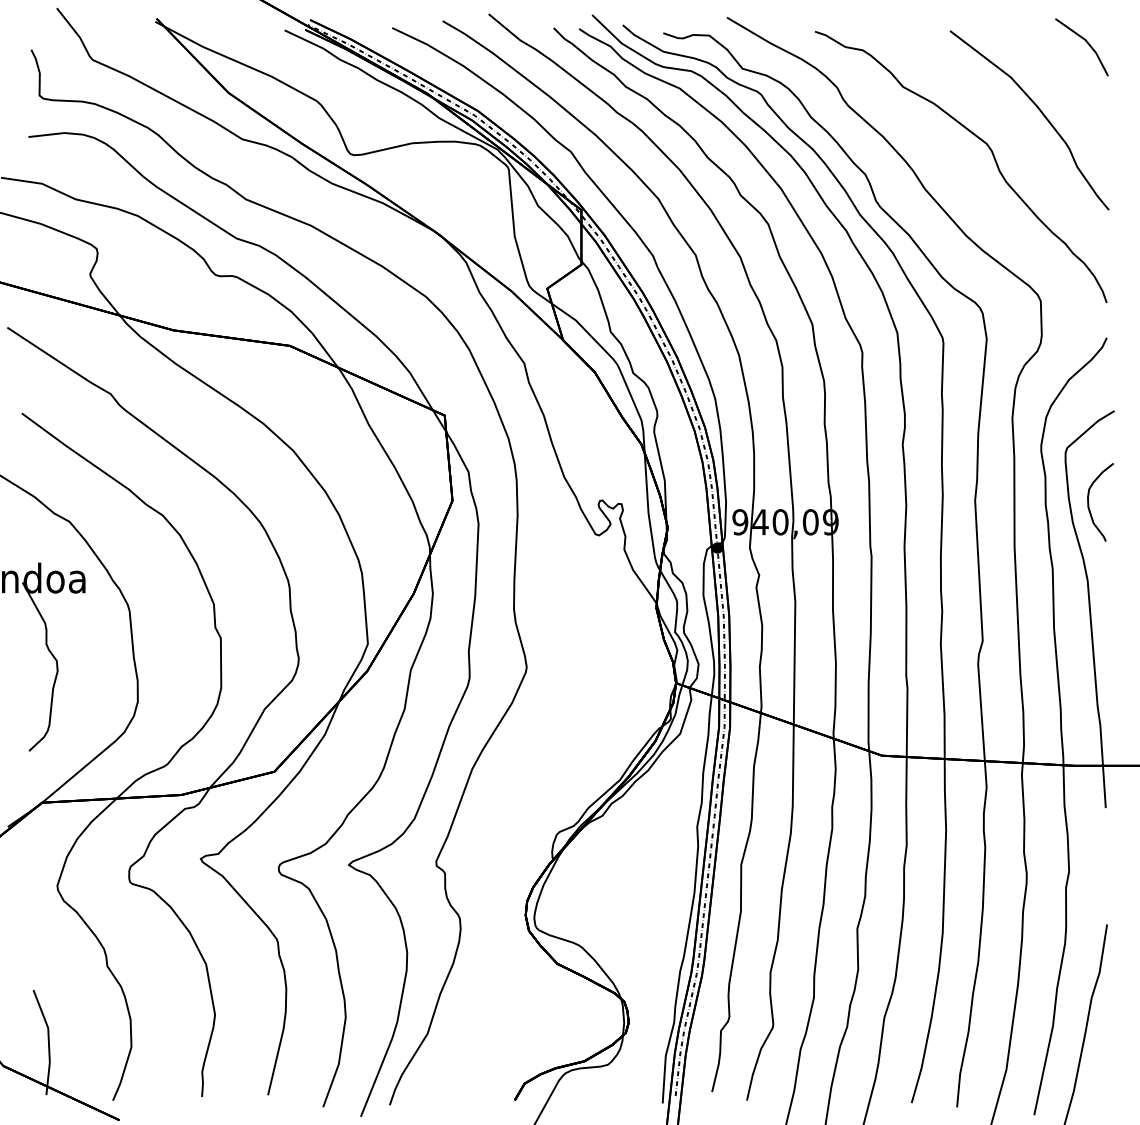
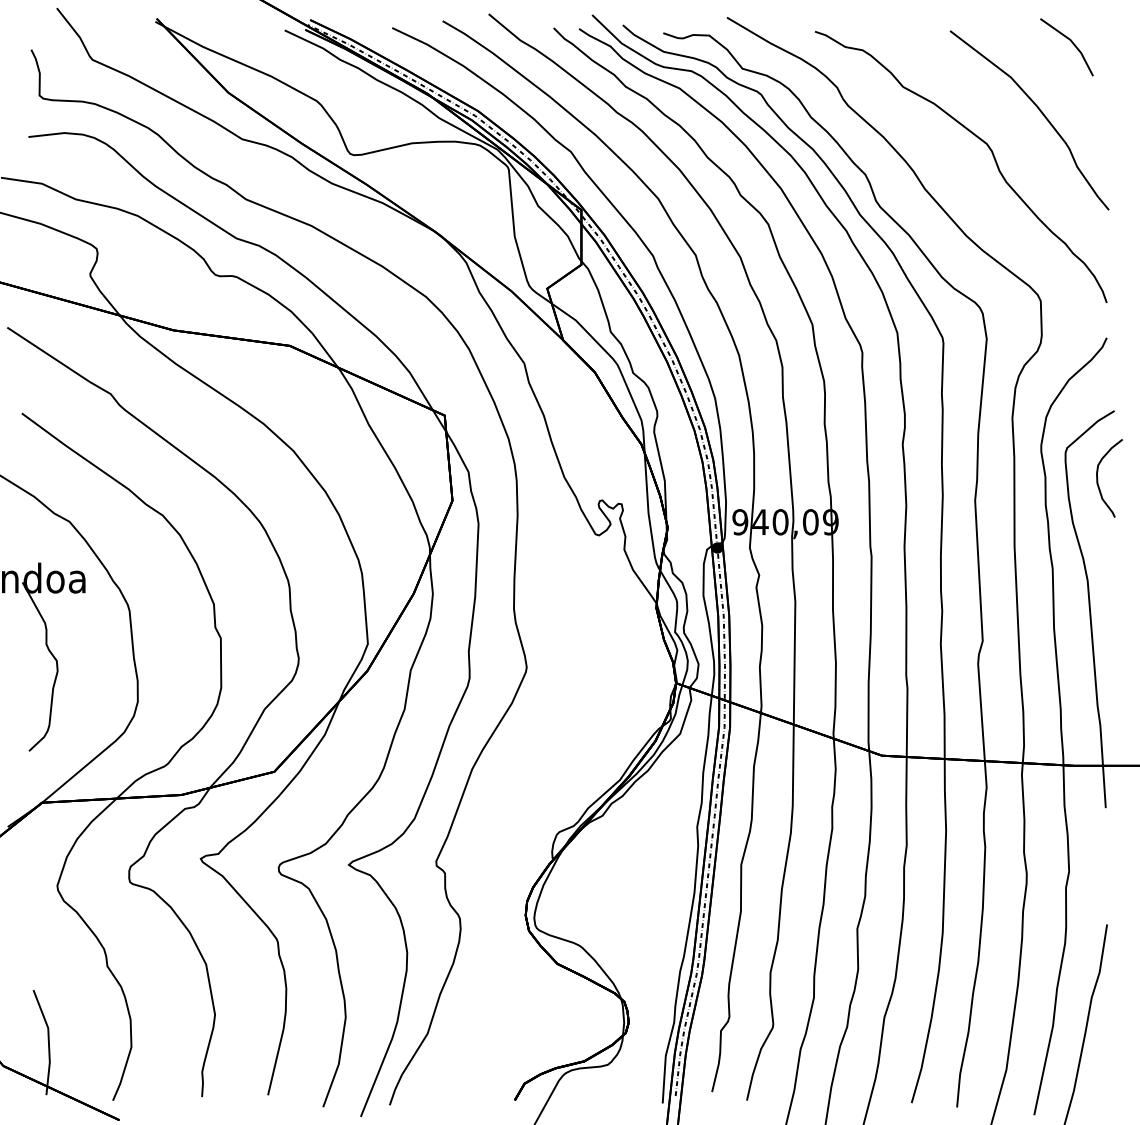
line at (1087, 44) position: (1087, 44) -> (1072, 44)
curve at (1089, 502) position: (1089, 502) -> (1098, 478)
